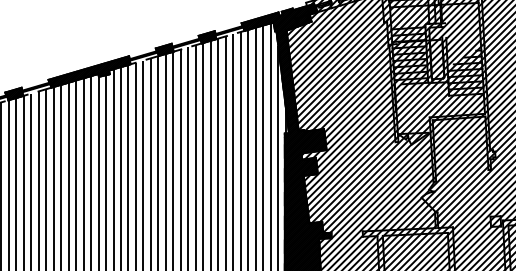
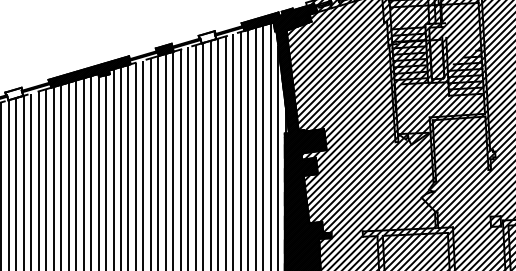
hatch at (207, 37): present -> none
hatch at (14, 93): present -> none
